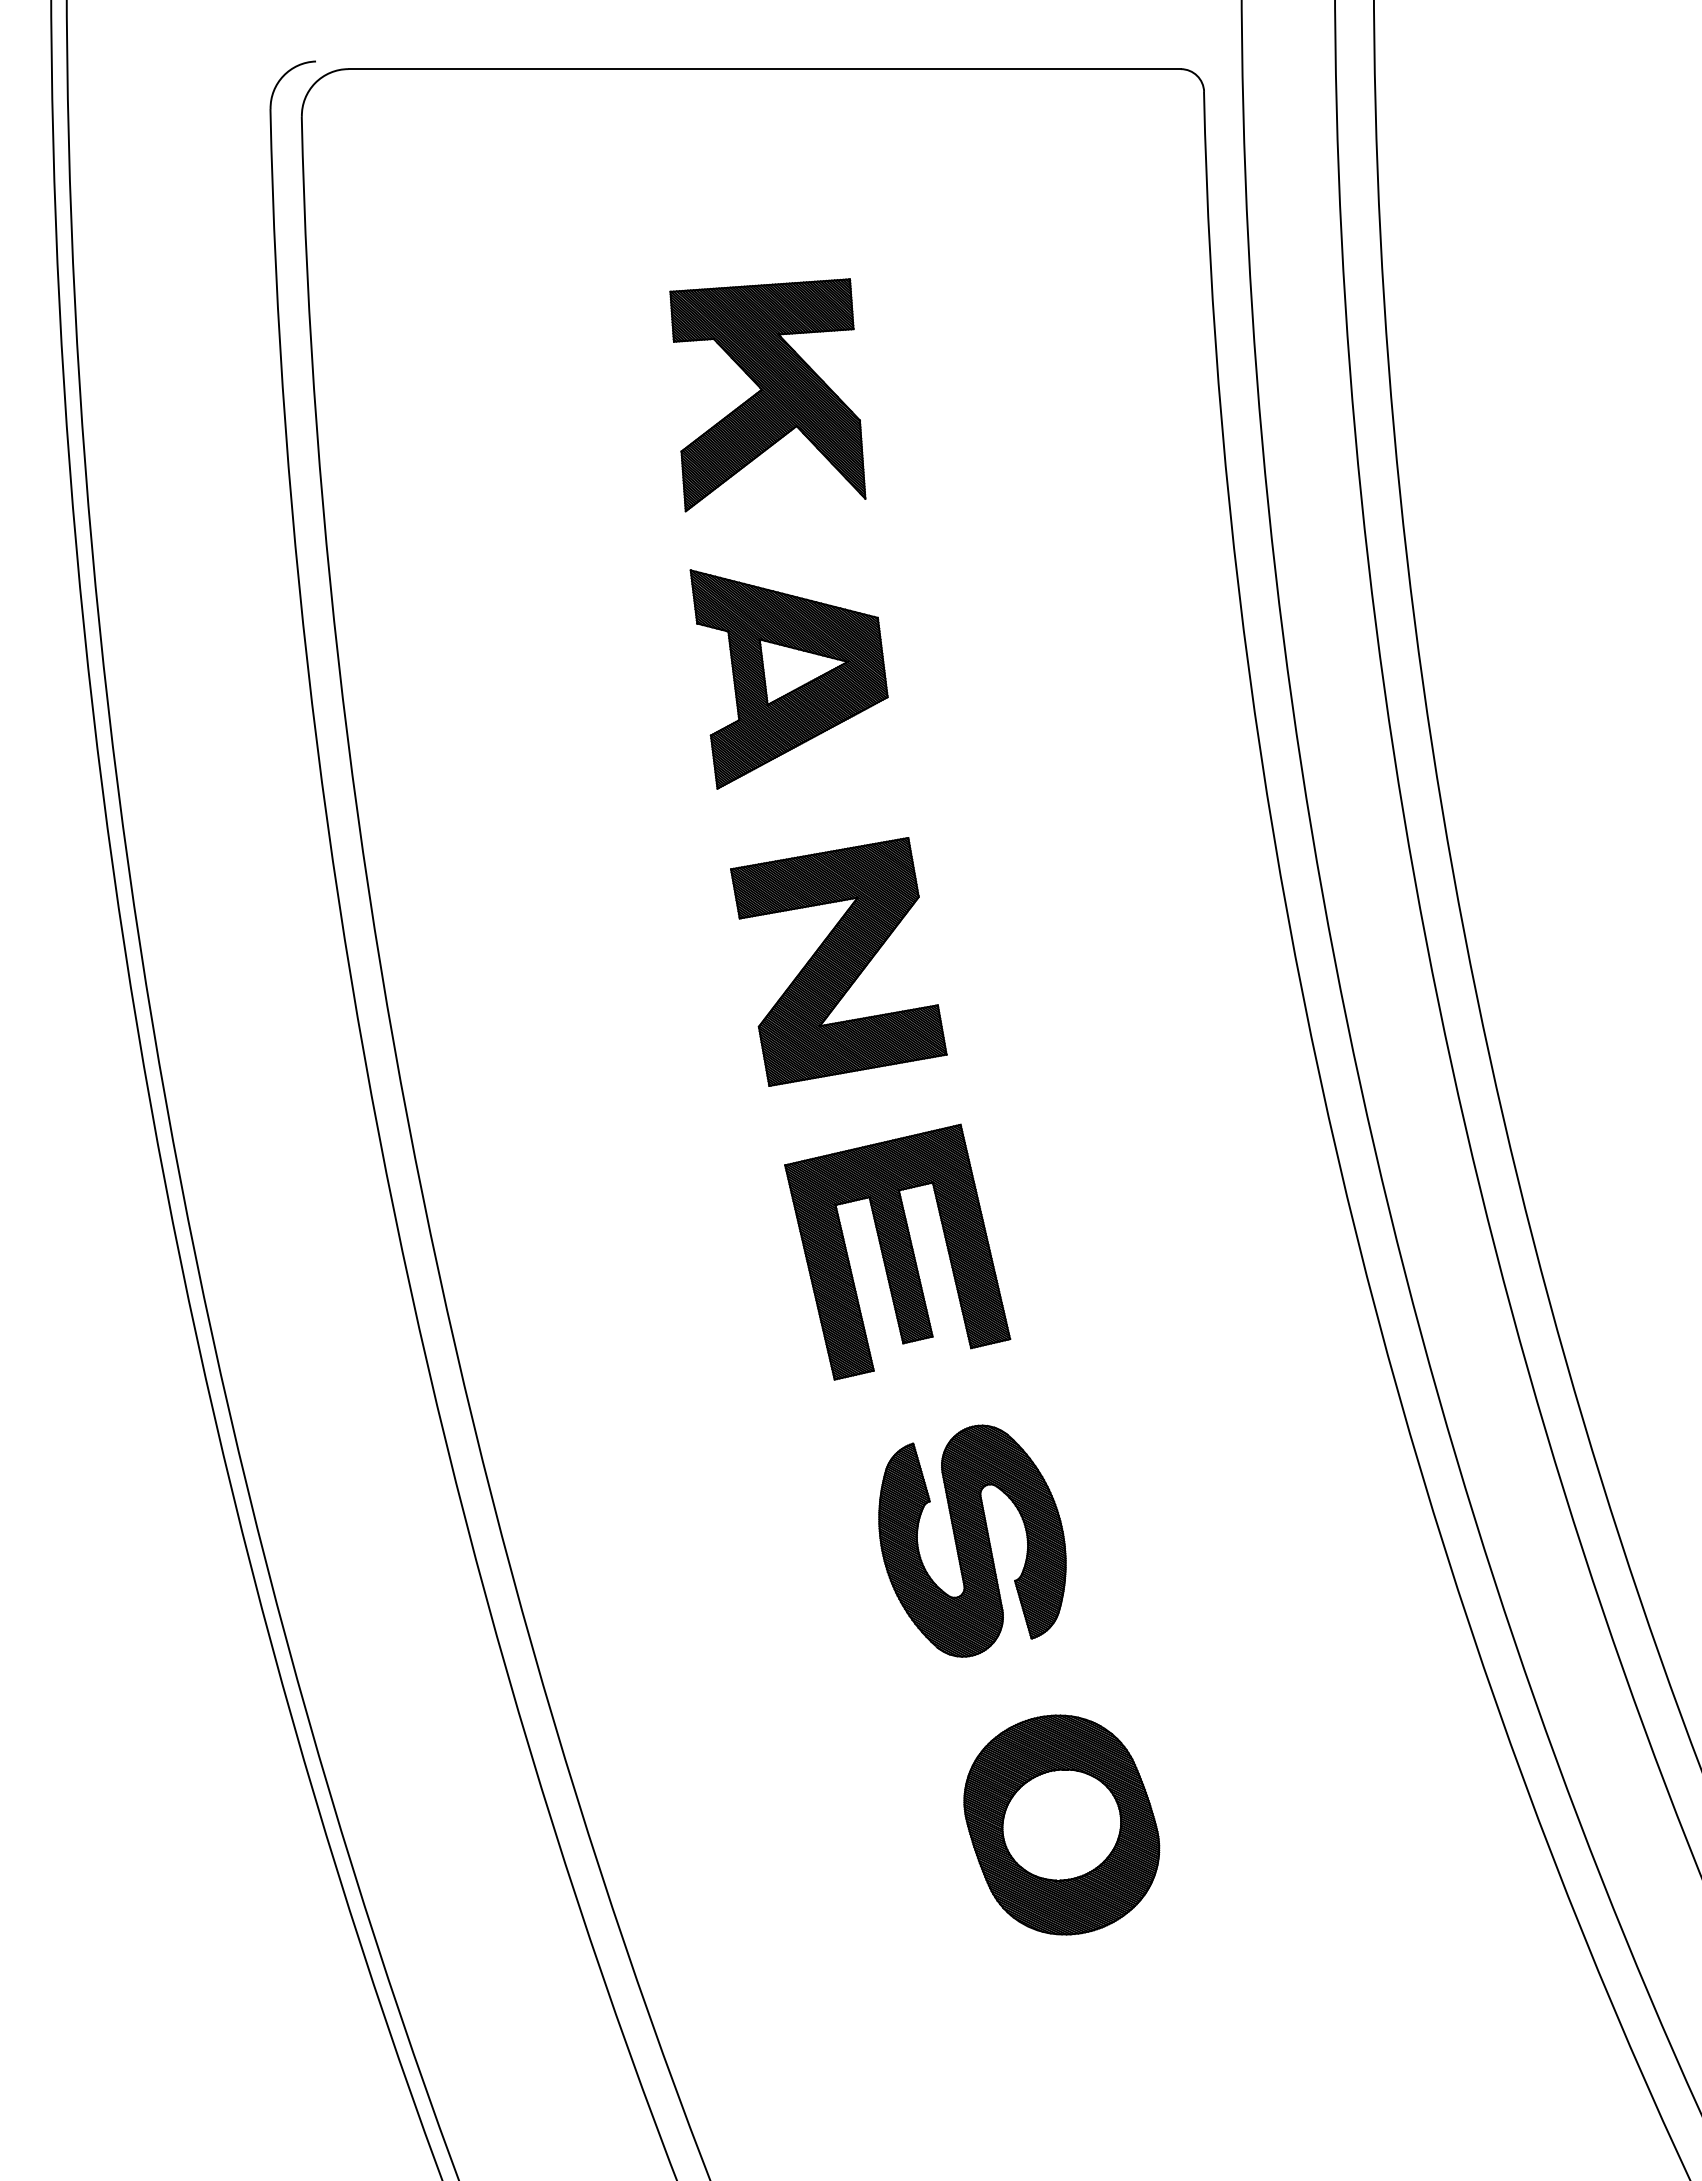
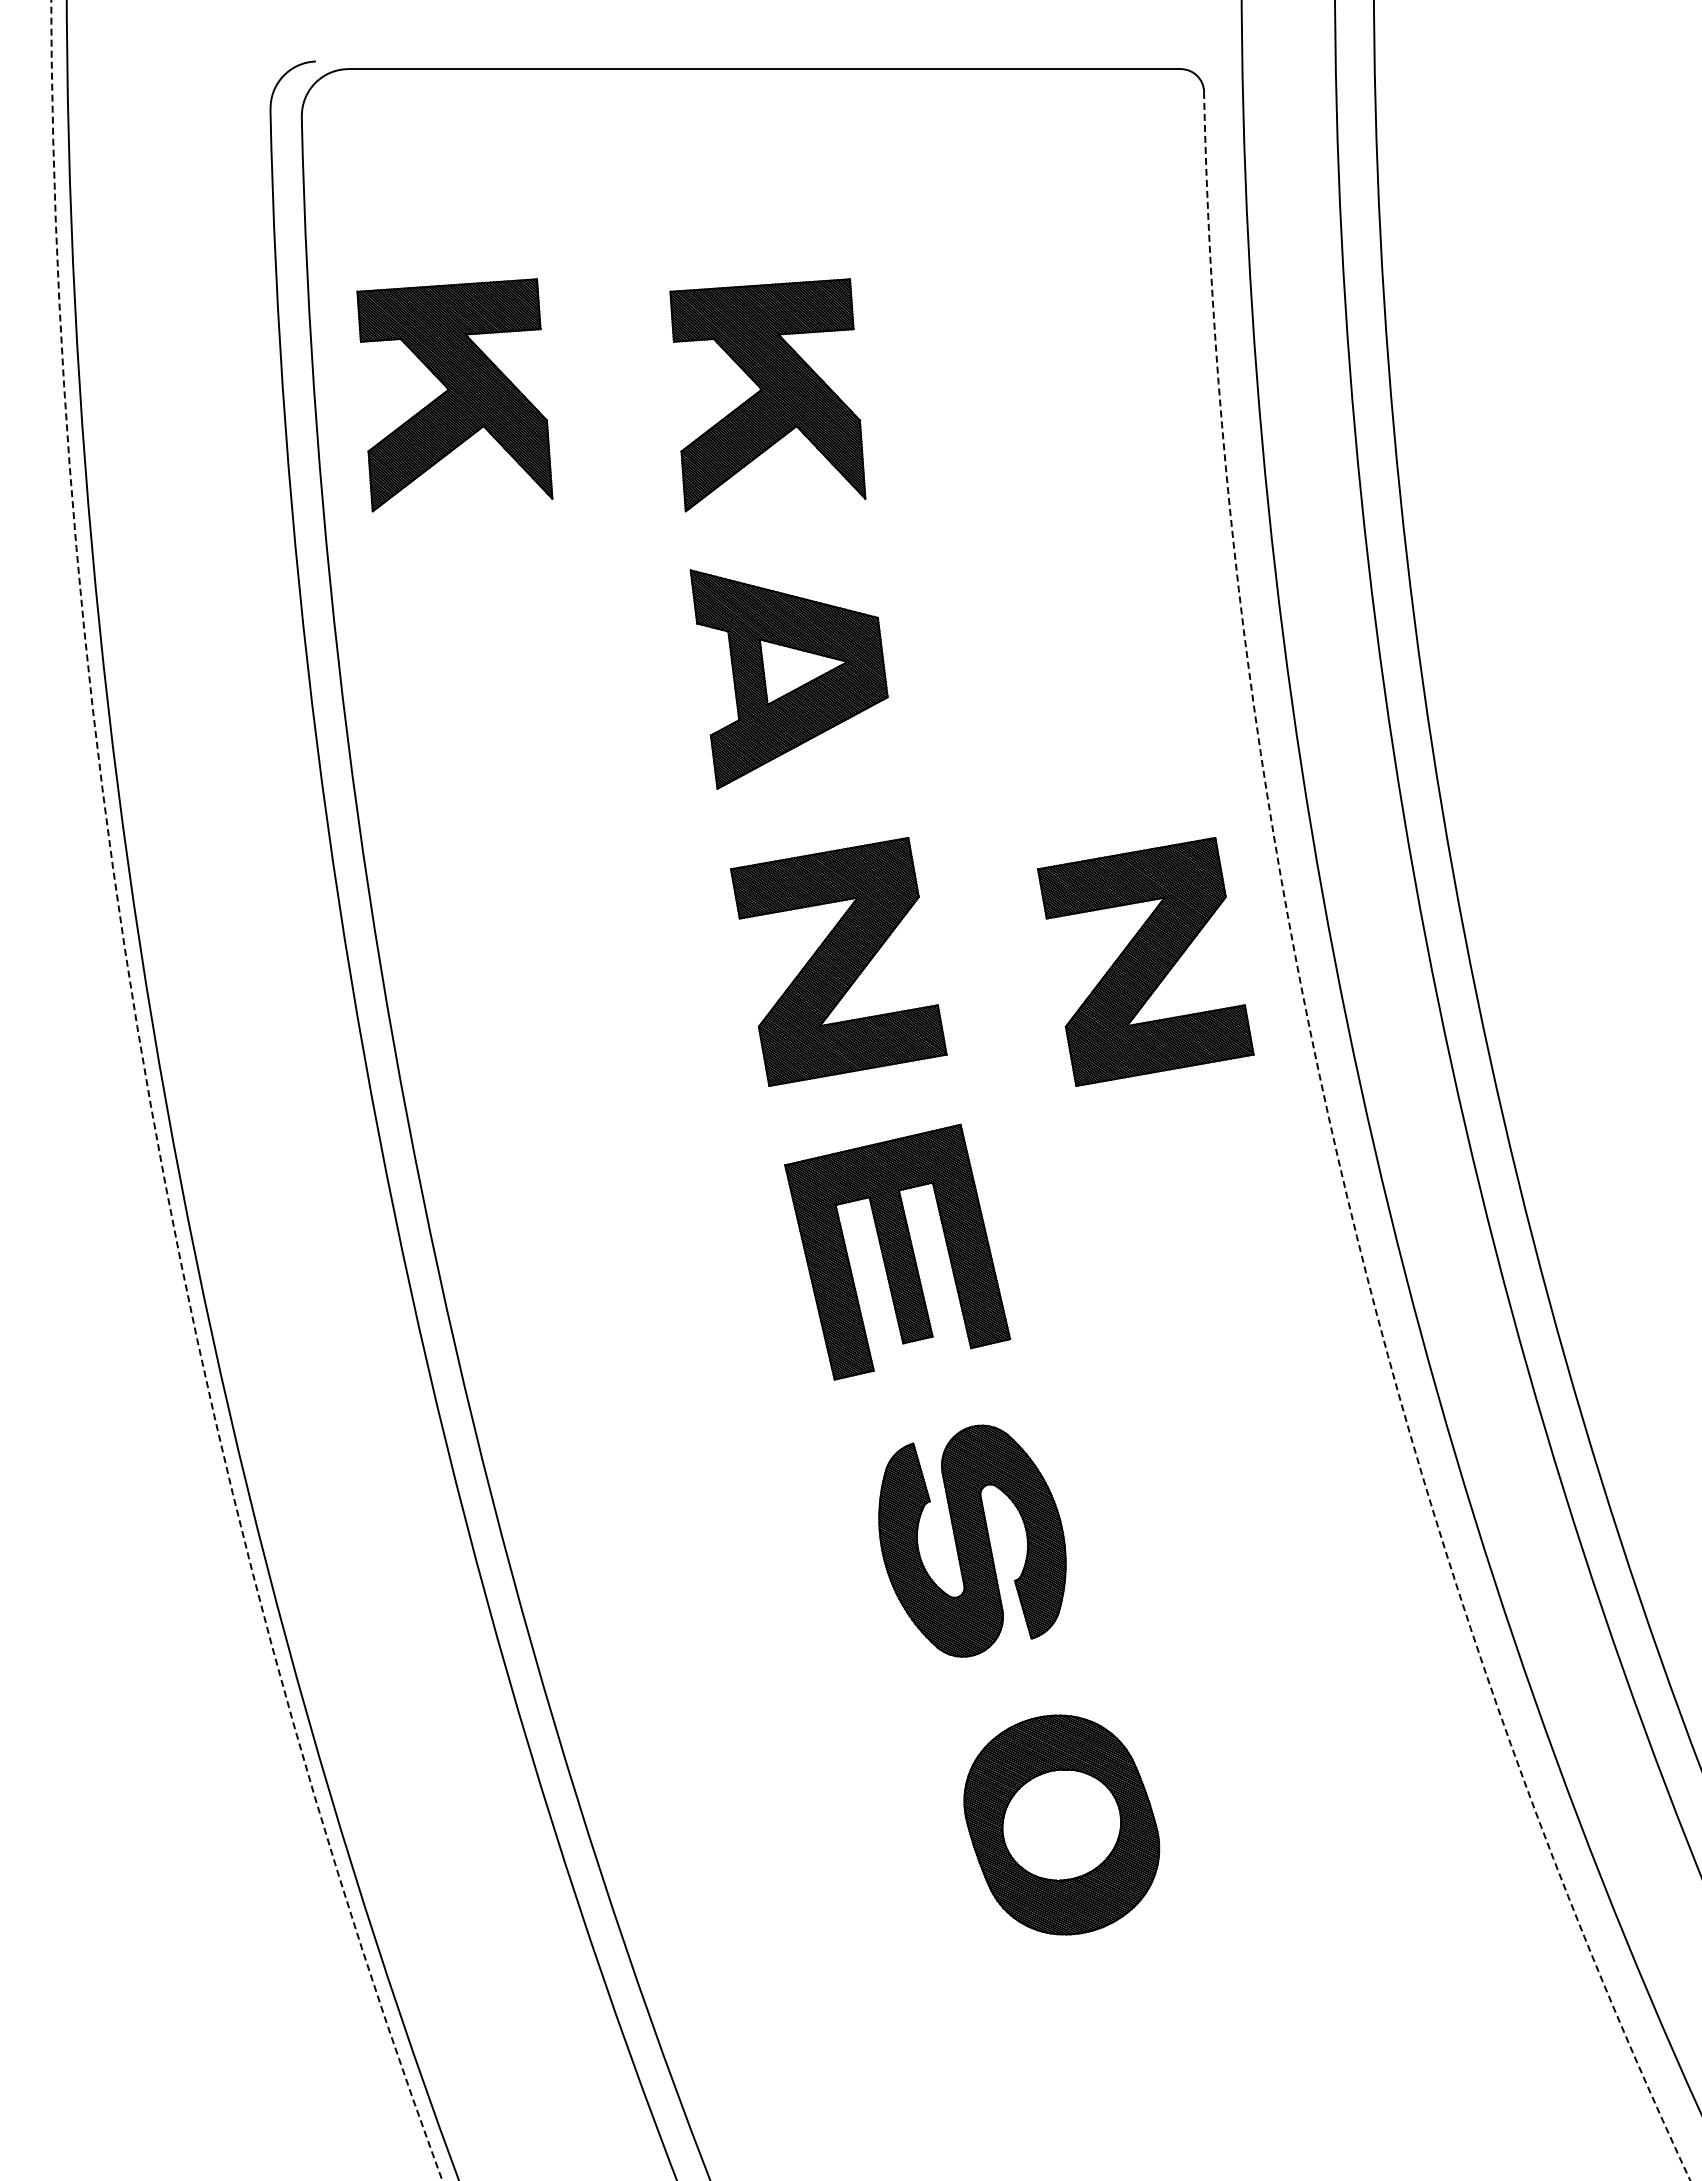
part at (454, 395): none -> present
part at (1145, 961): none -> present
circle at (246, 1090): solid -> dashed
arc at (1337, 1157): solid -> dashed
